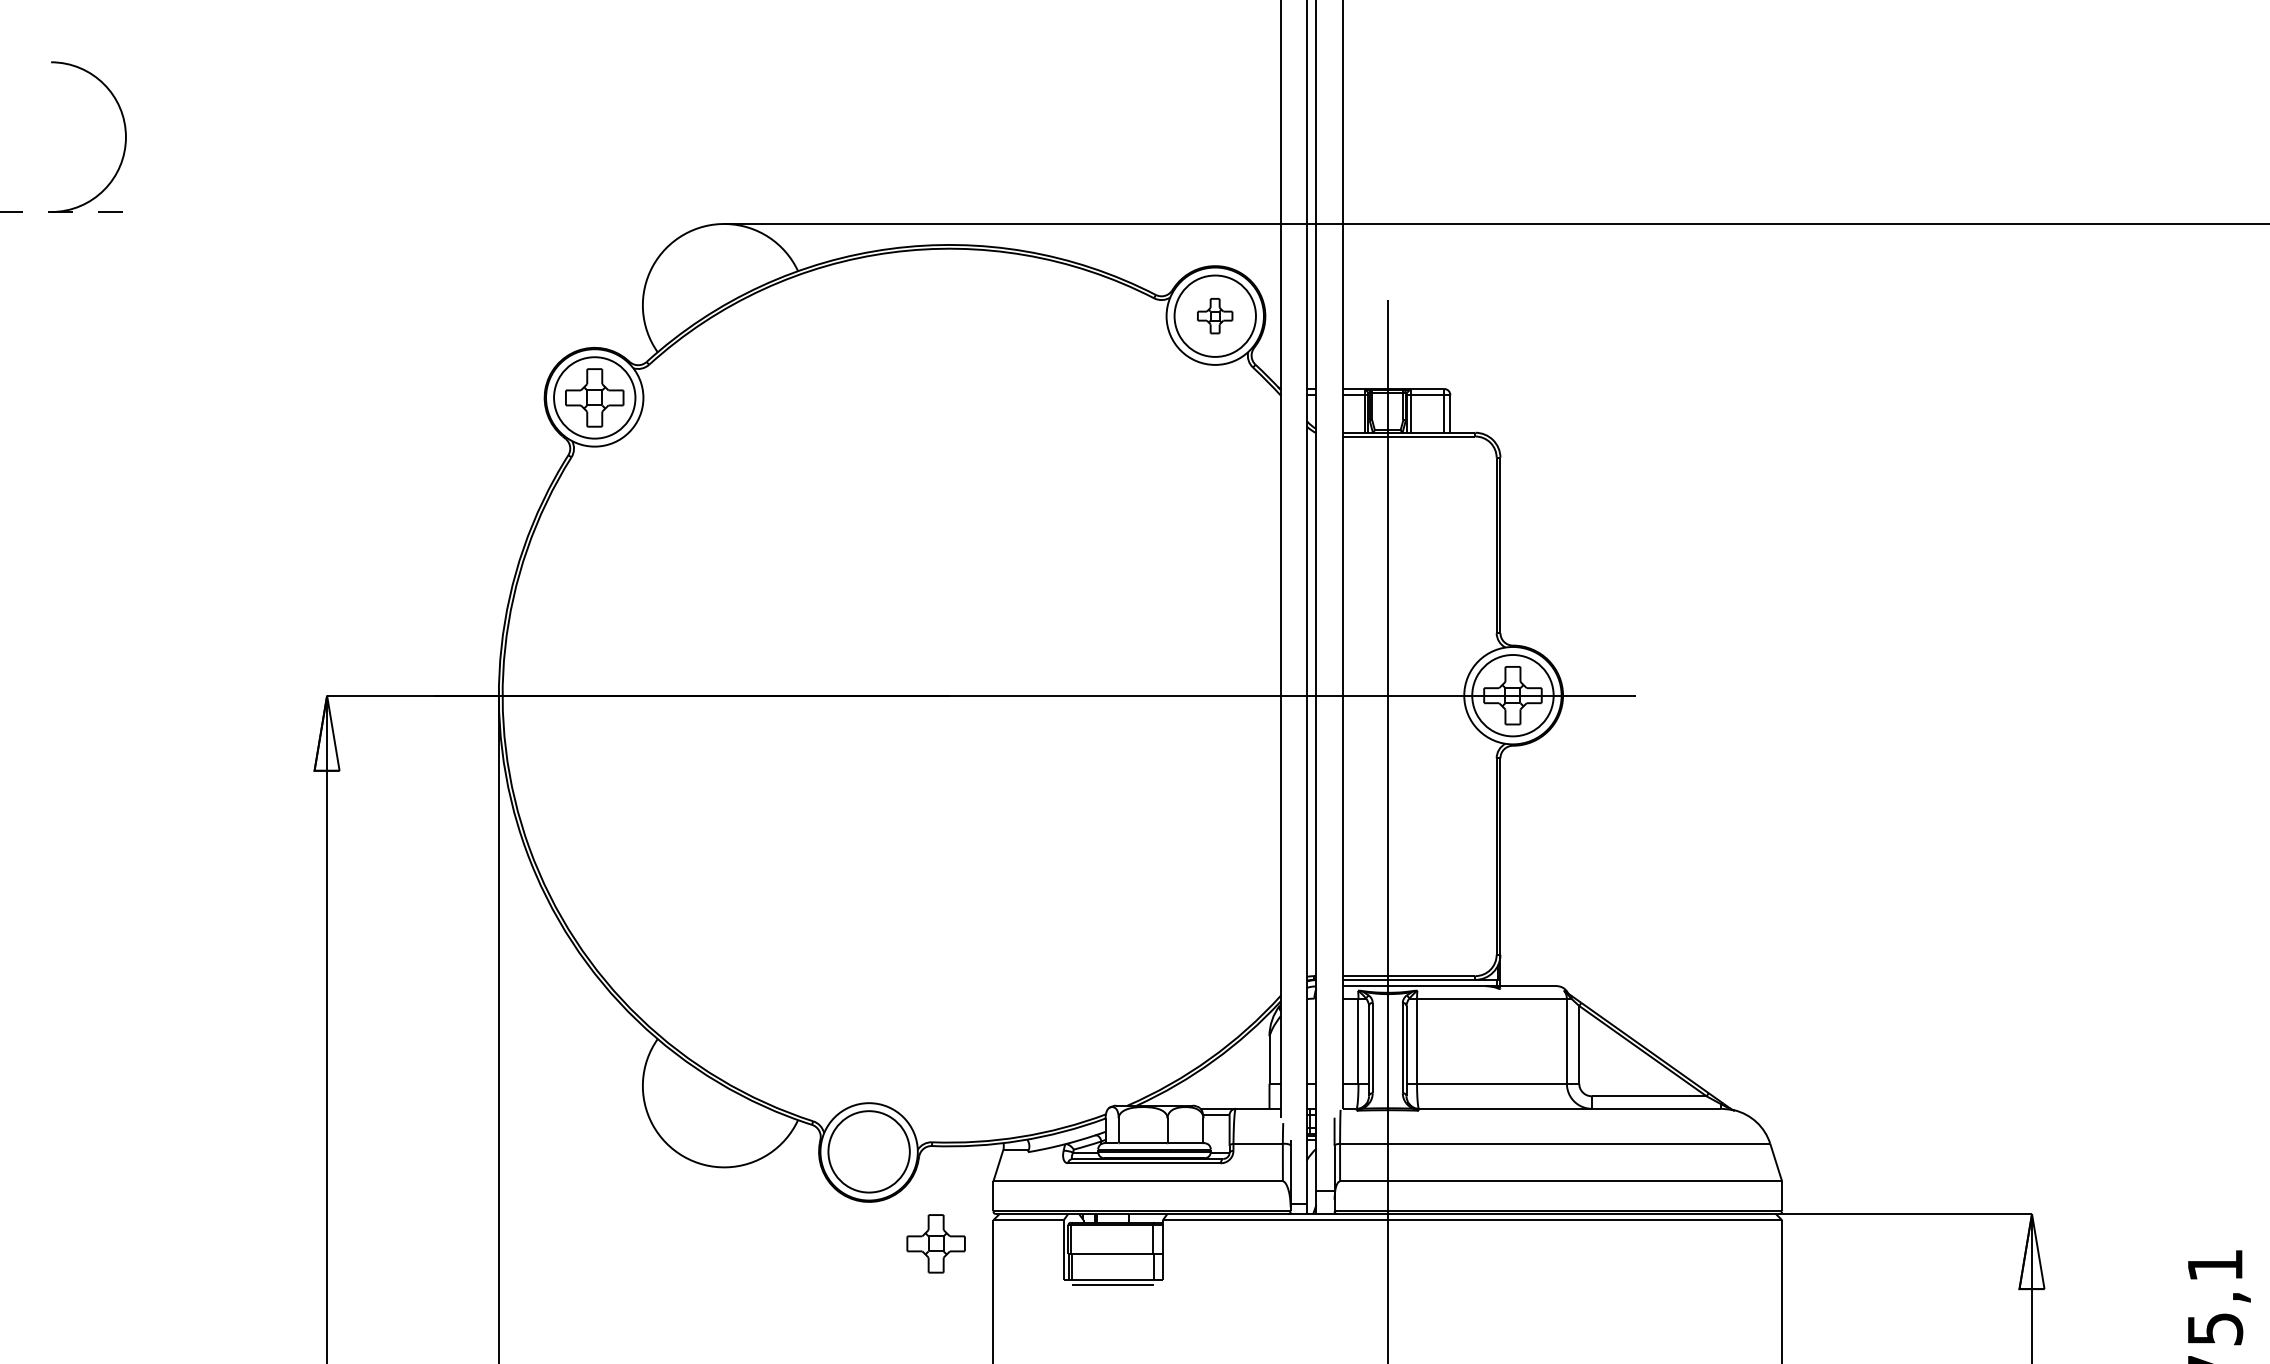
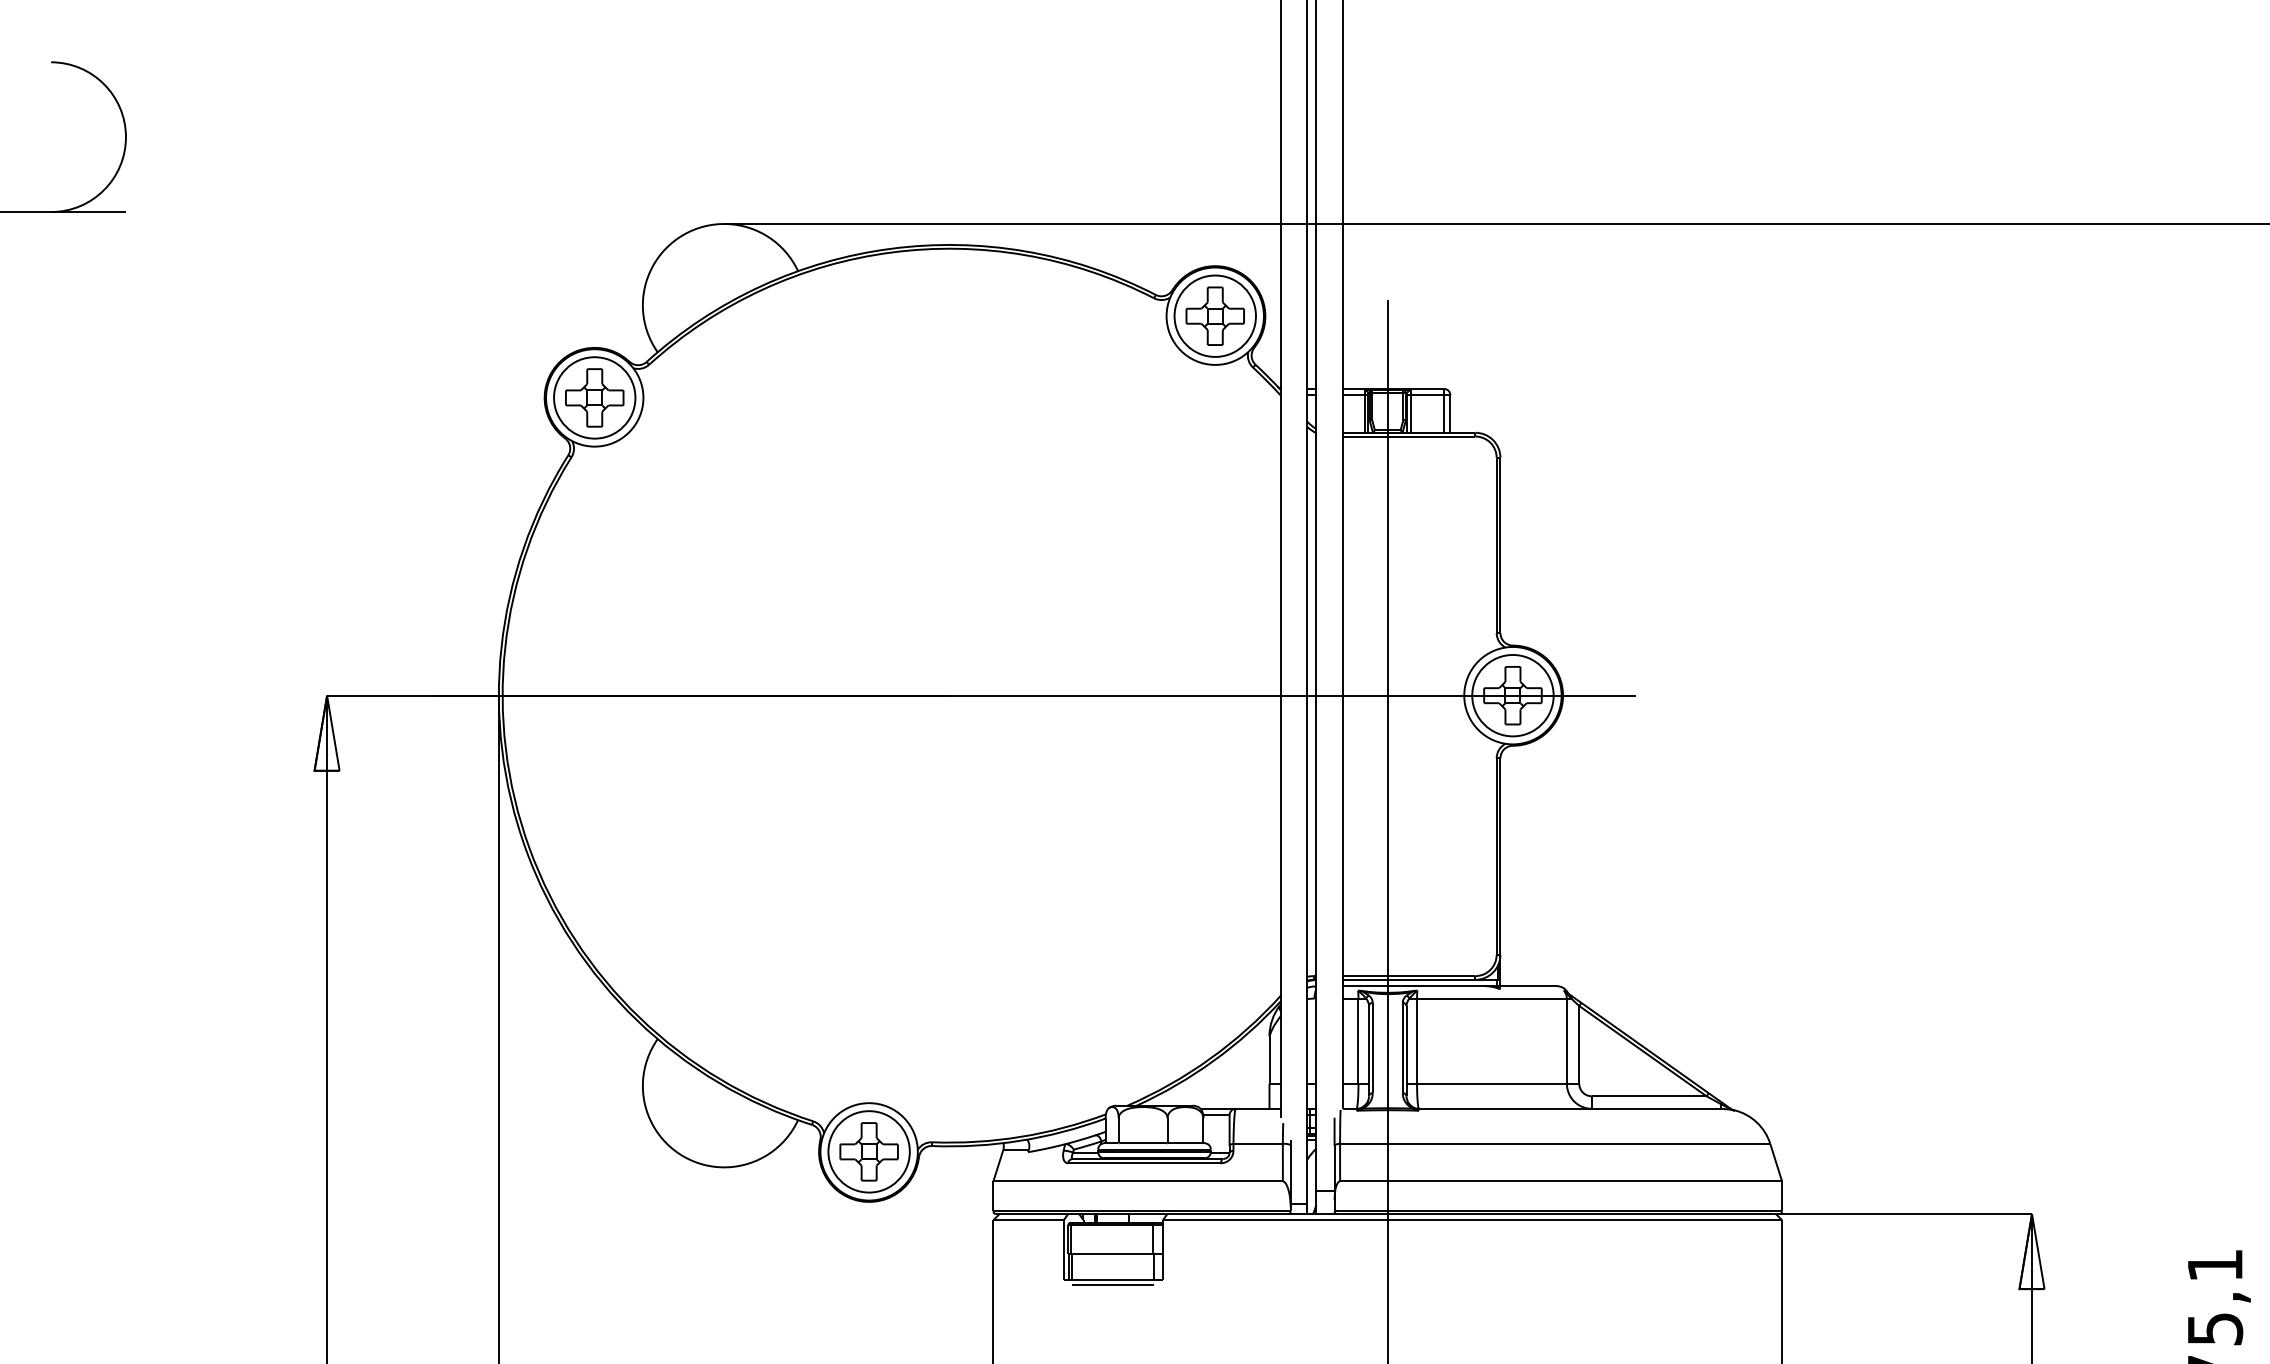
line at (63, 212): dashed -> solid
part at (1215, 316) size: 37x37 px -> 60x60 px
part at (935, 1243) position: (935, 1243) -> (868, 1151)
